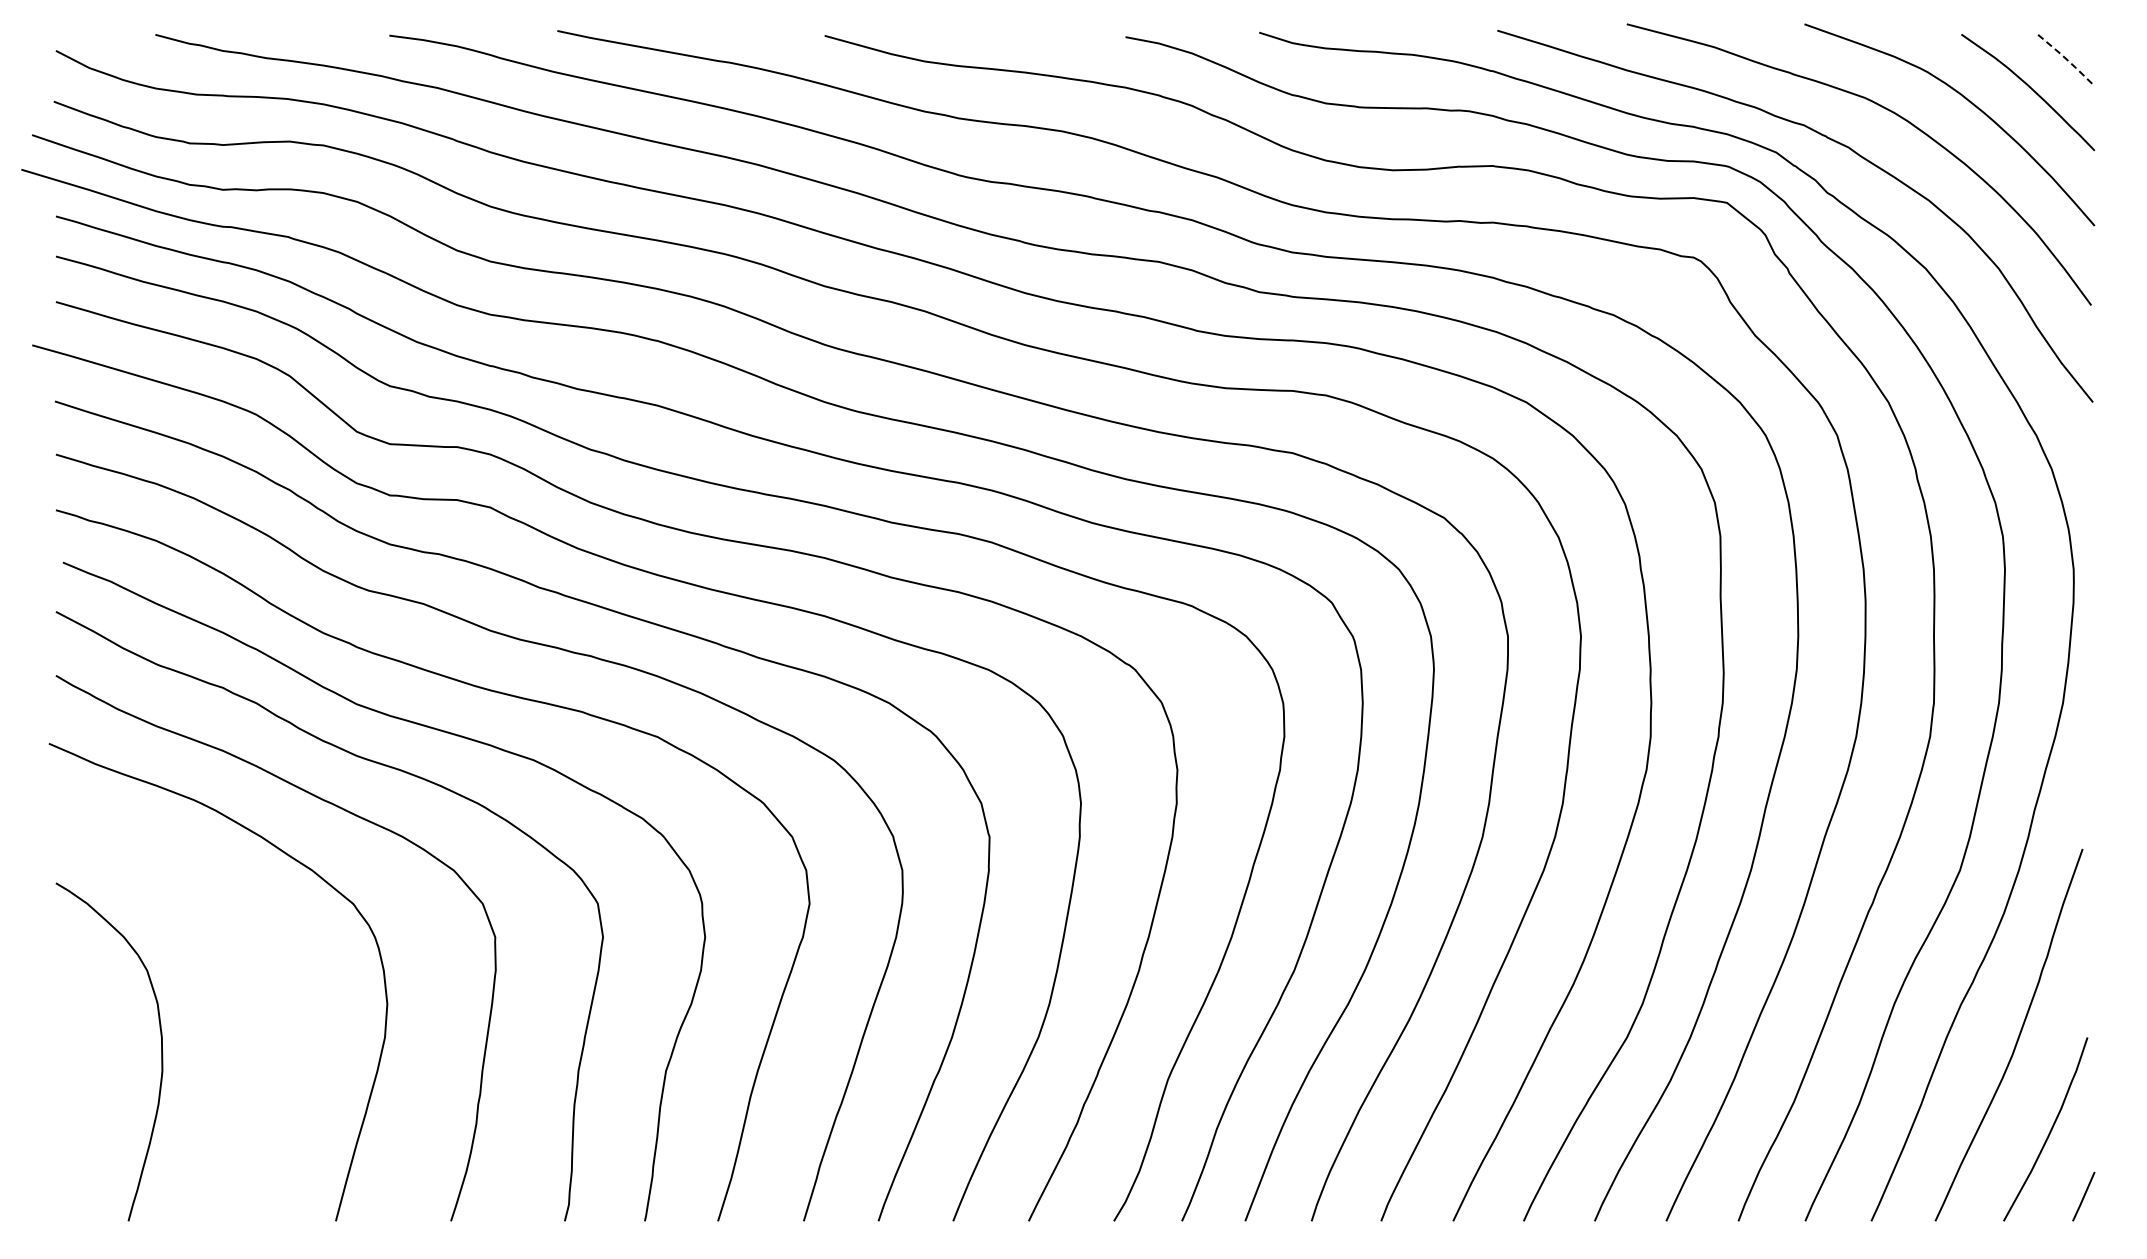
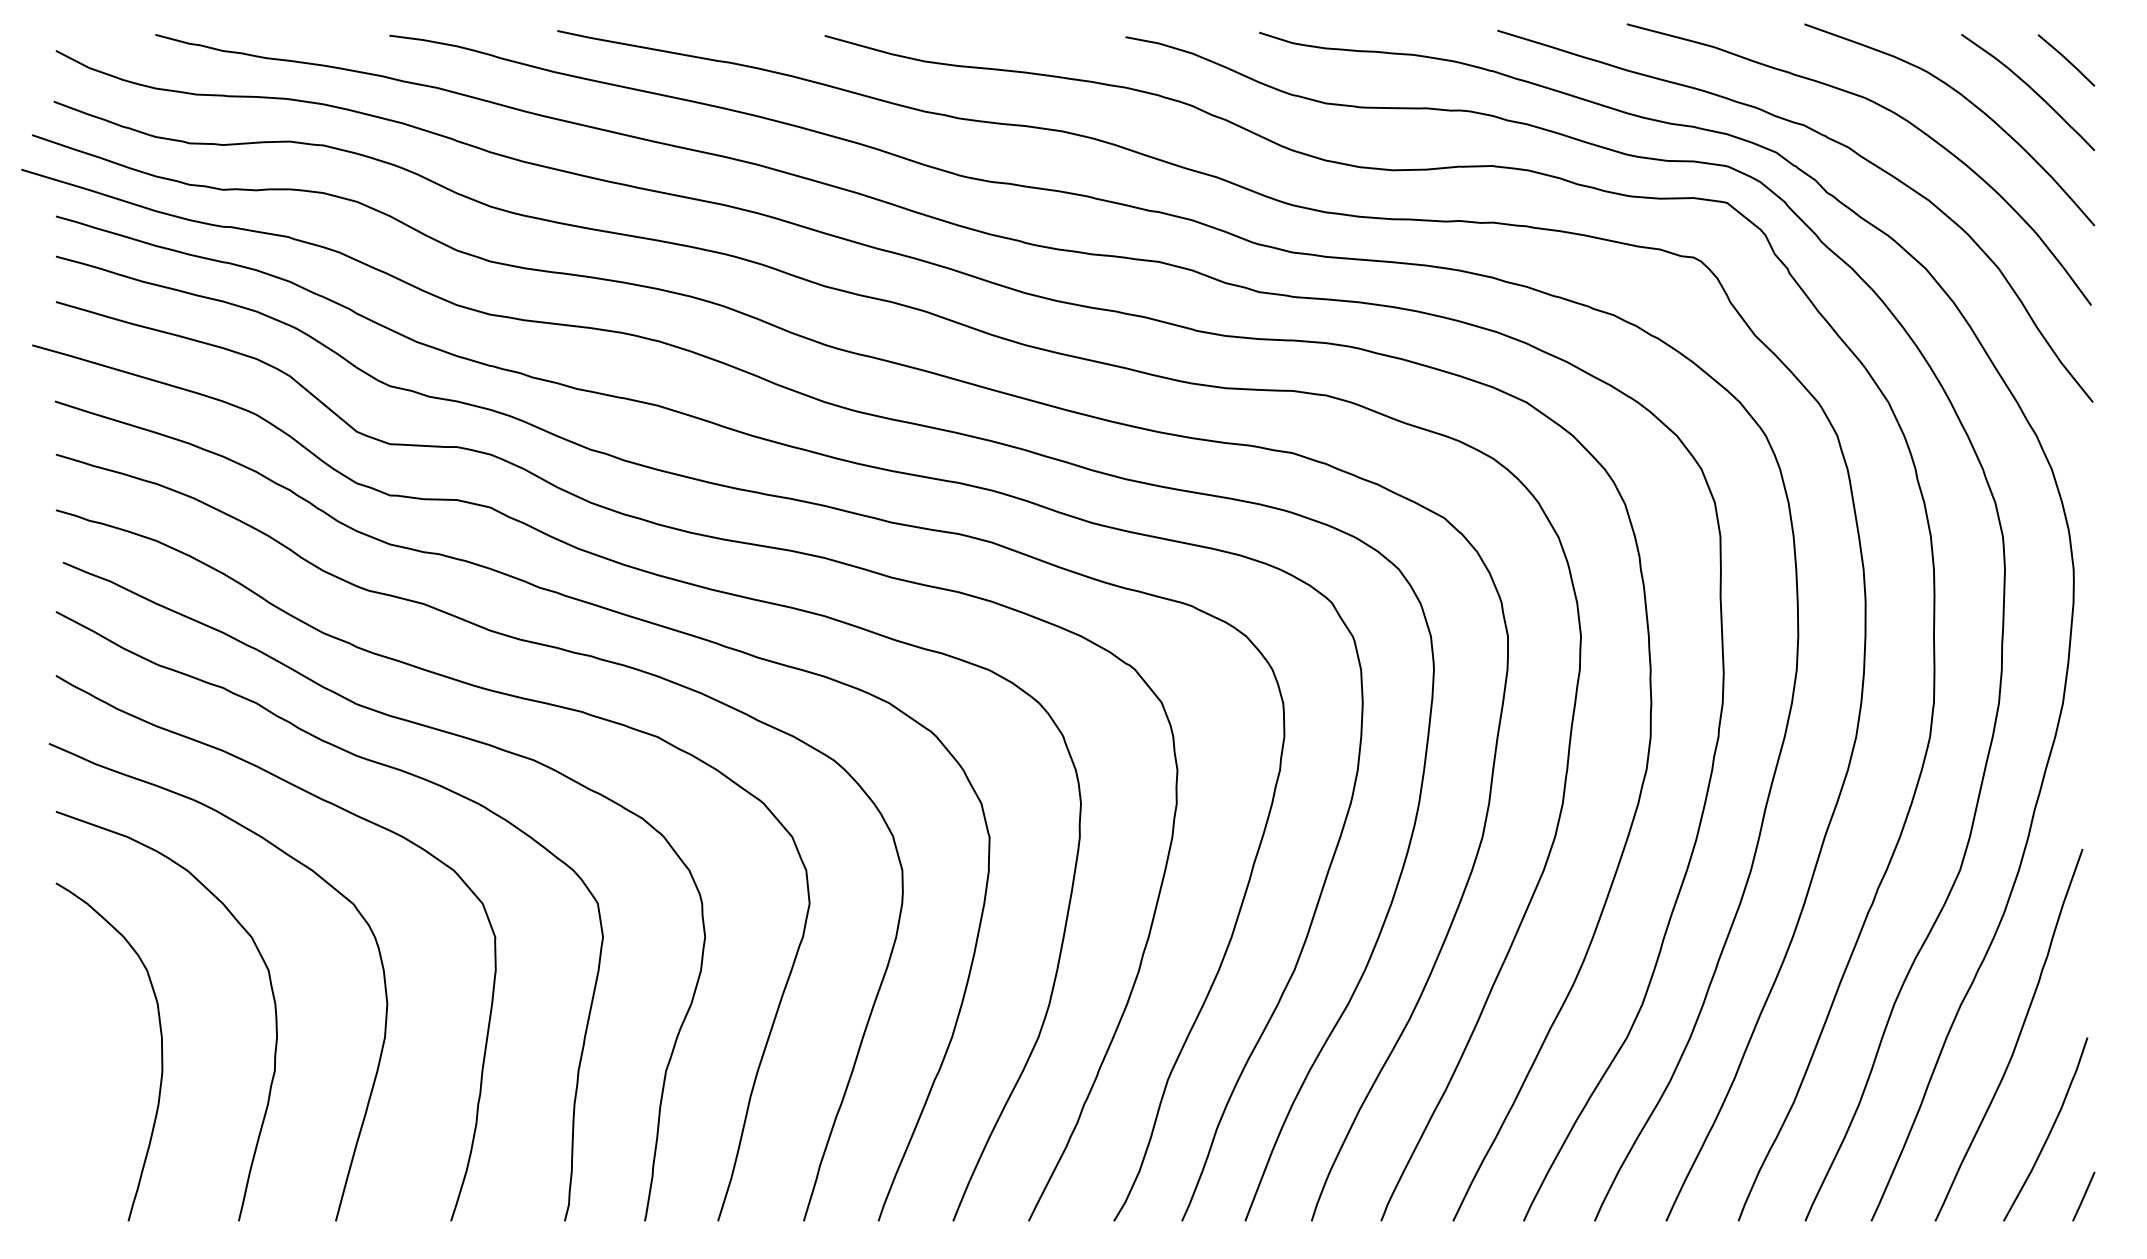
line at (2067, 59): dashed -> solid
curve at (272, 996): none -> present
